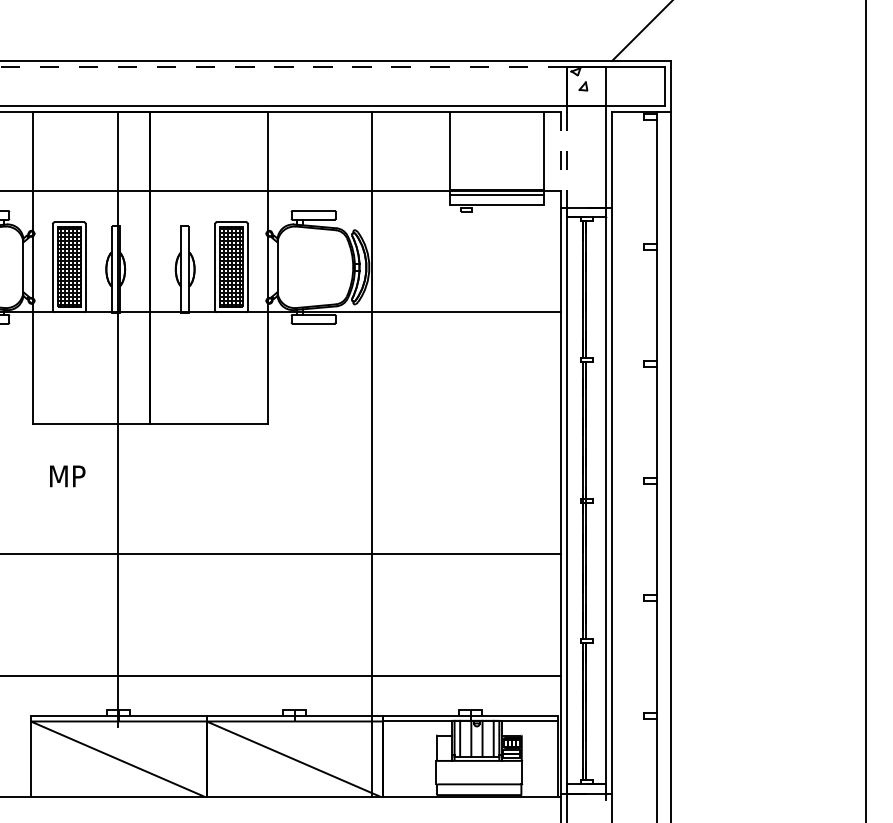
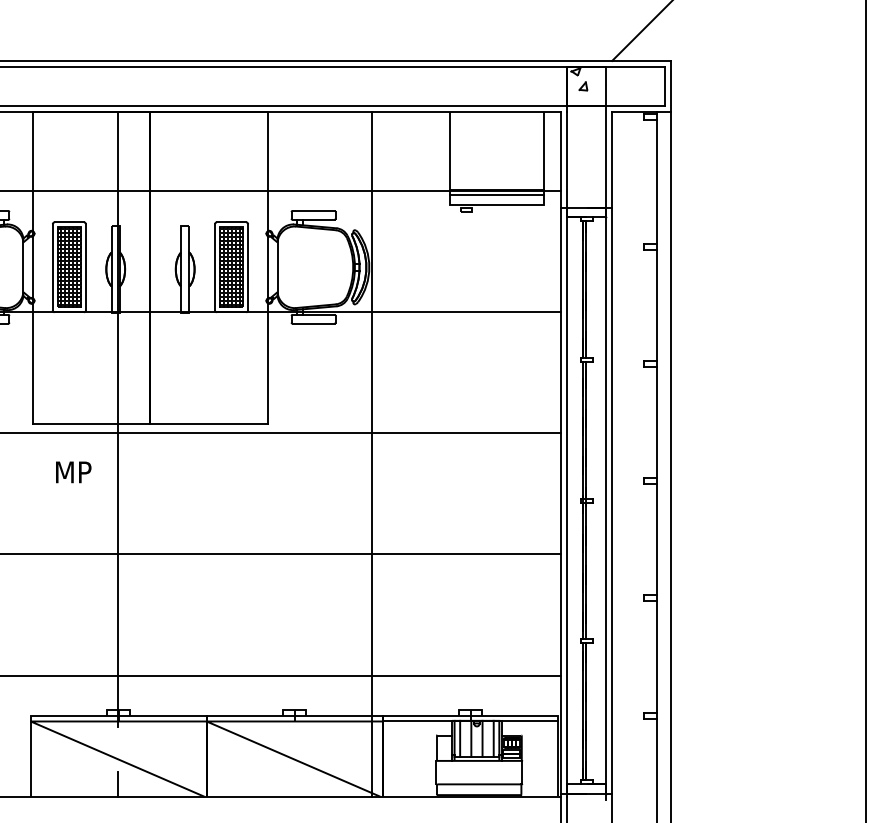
line at (283, 66): dashed -> solid
line at (561, 159): dashed -> solid
line at (567, 159): dashed -> solid
line at (281, 433): none -> present
text at (67, 476) position: (67, 476) -> (73, 472)
line at (117, 783): none -> present
